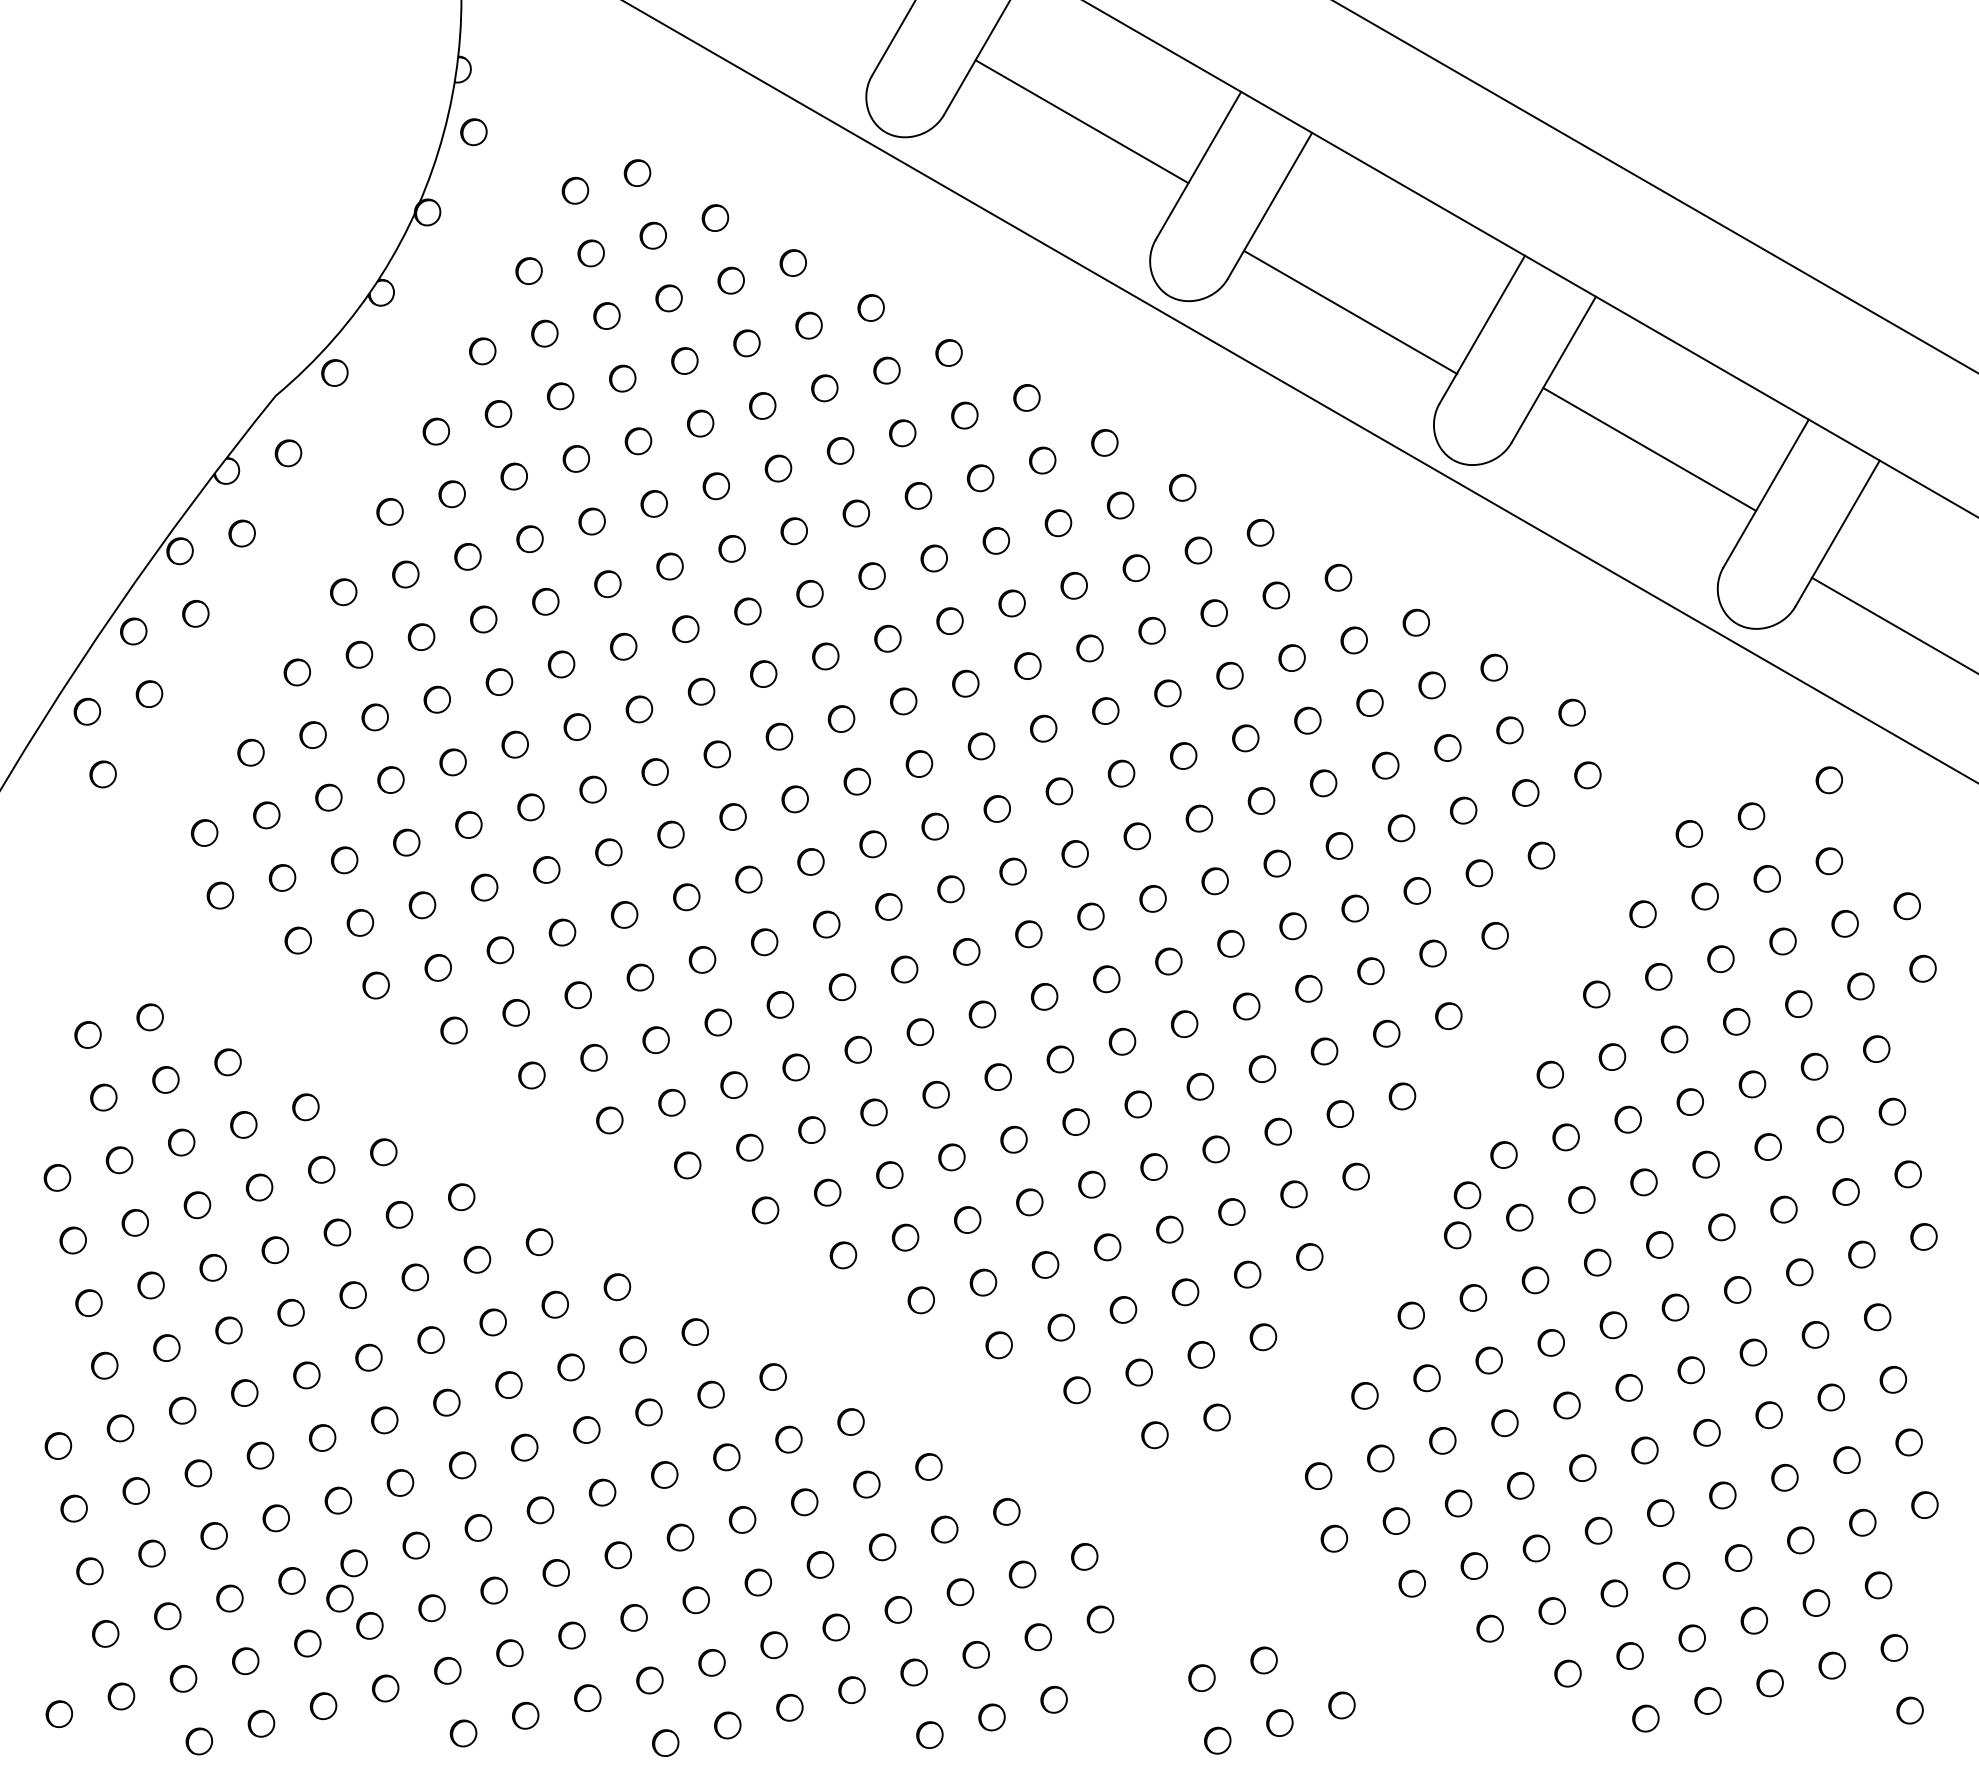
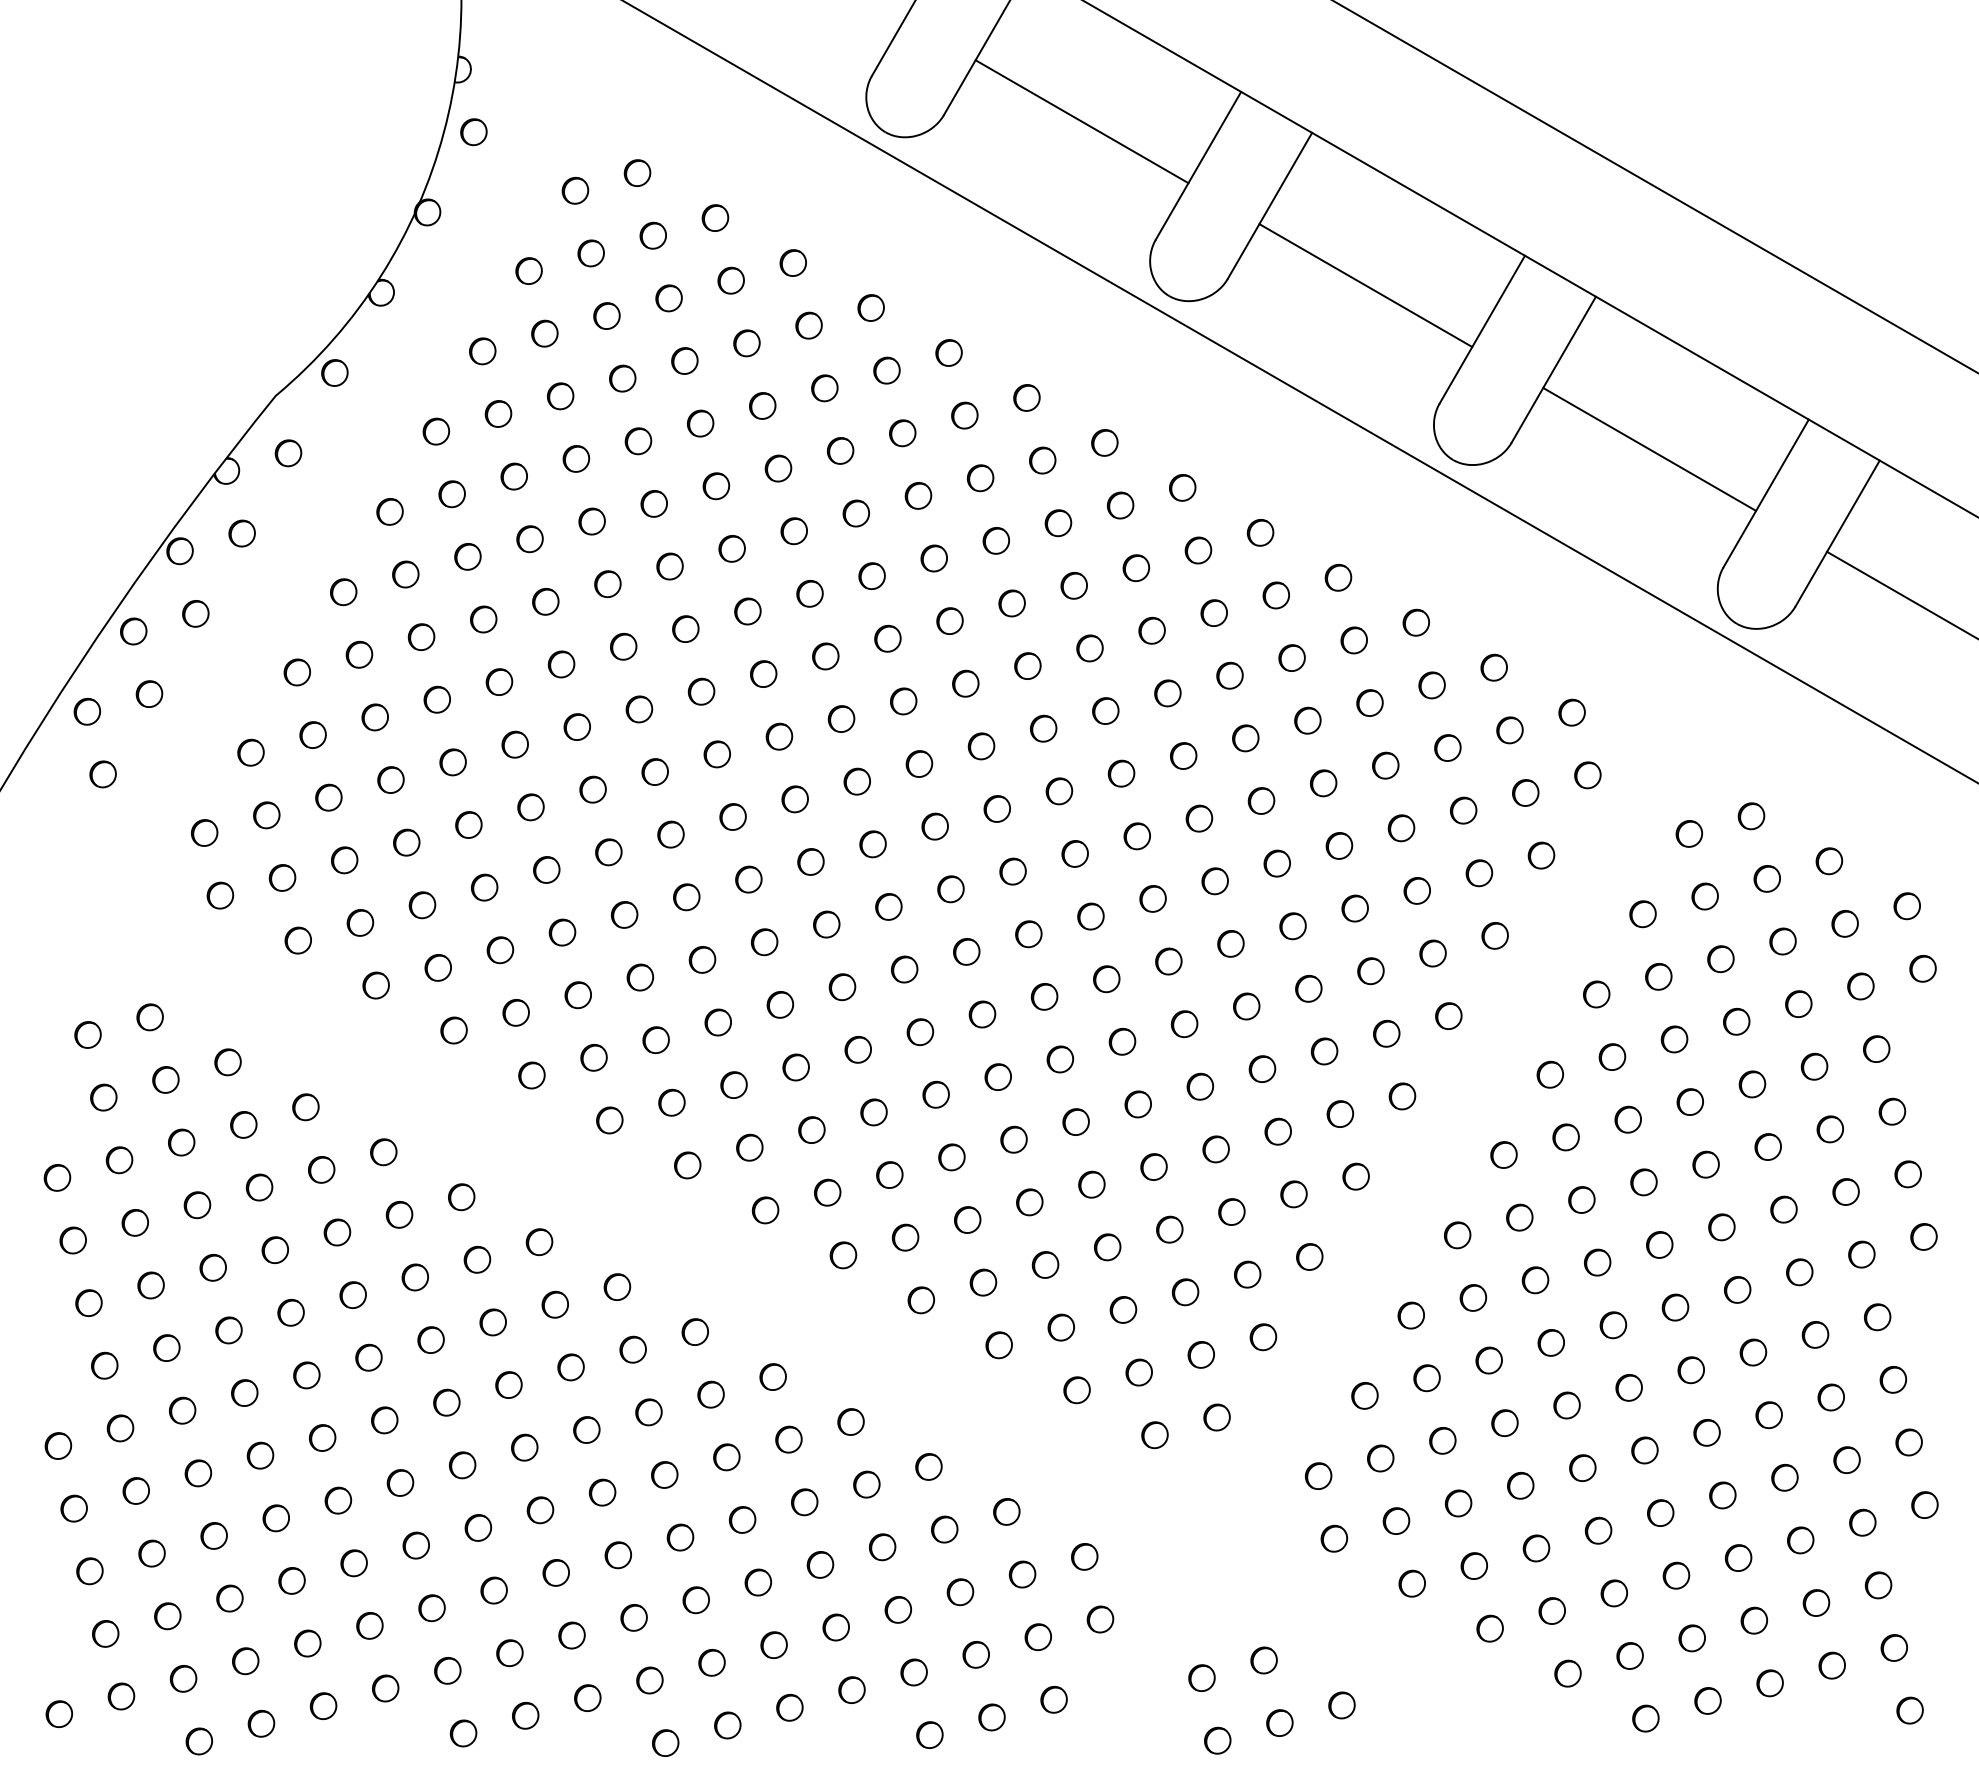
line at (1350, 312) position: (1350, 312) -> (1365, 285)
line at (1893, 624) position: (1893, 624) -> (1901, 594)
part at (1829, 780): present -> none
part at (1467, 1195): present -> none
part at (339, 1598): present -> none
